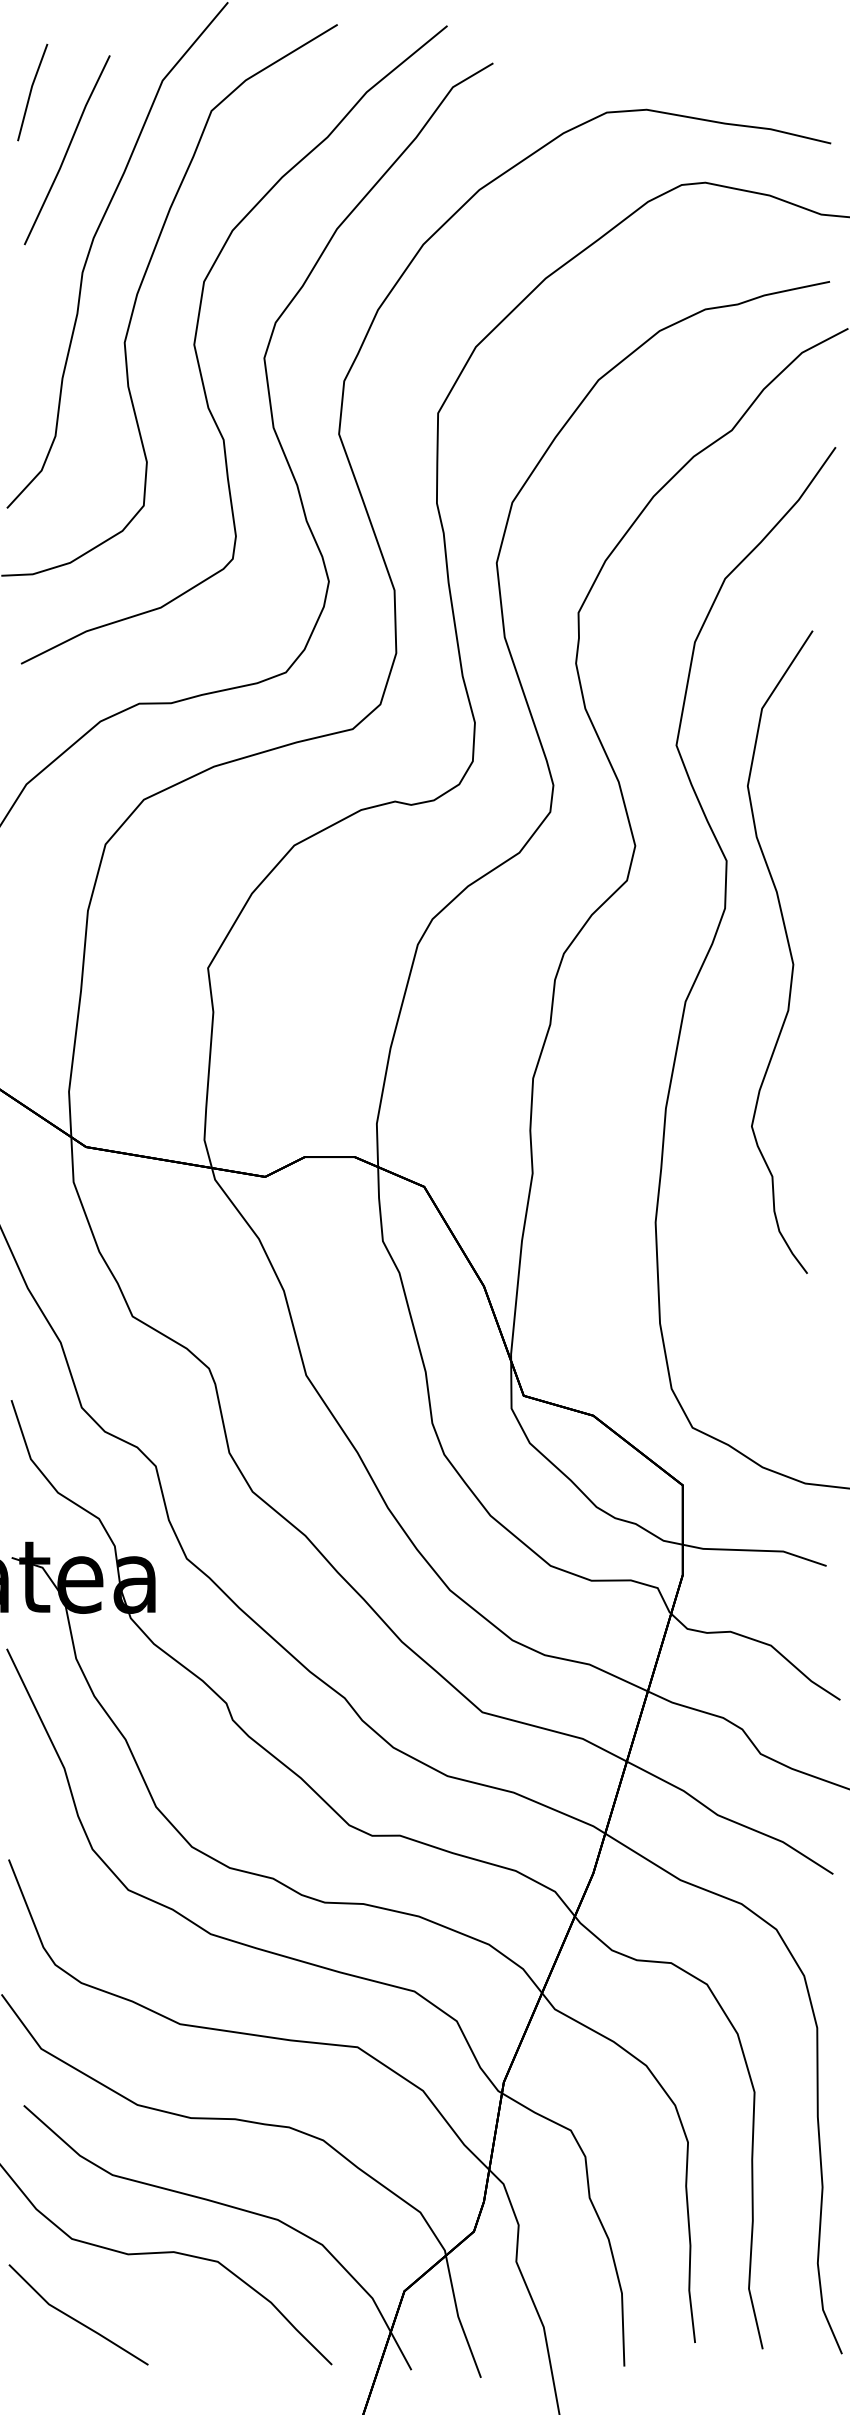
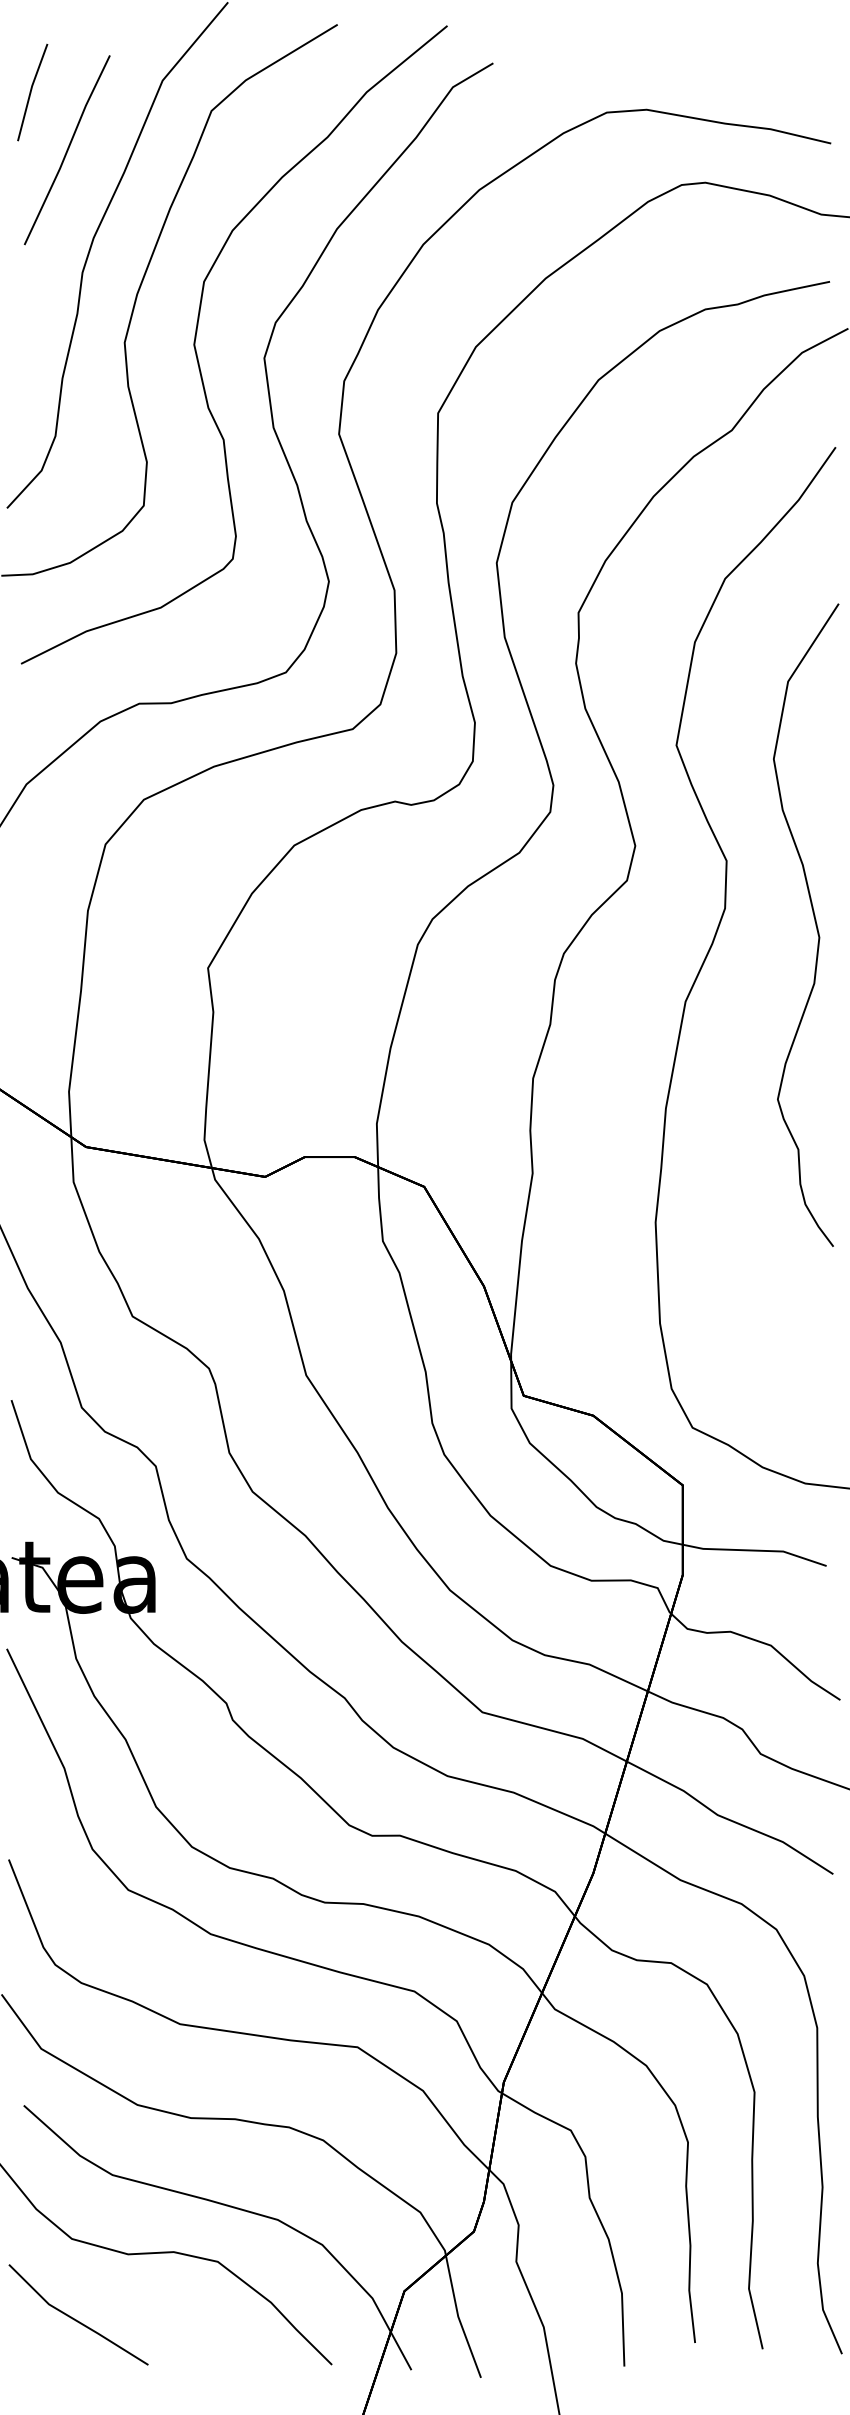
part at (788, 948) position: (788, 948) -> (814, 921)
